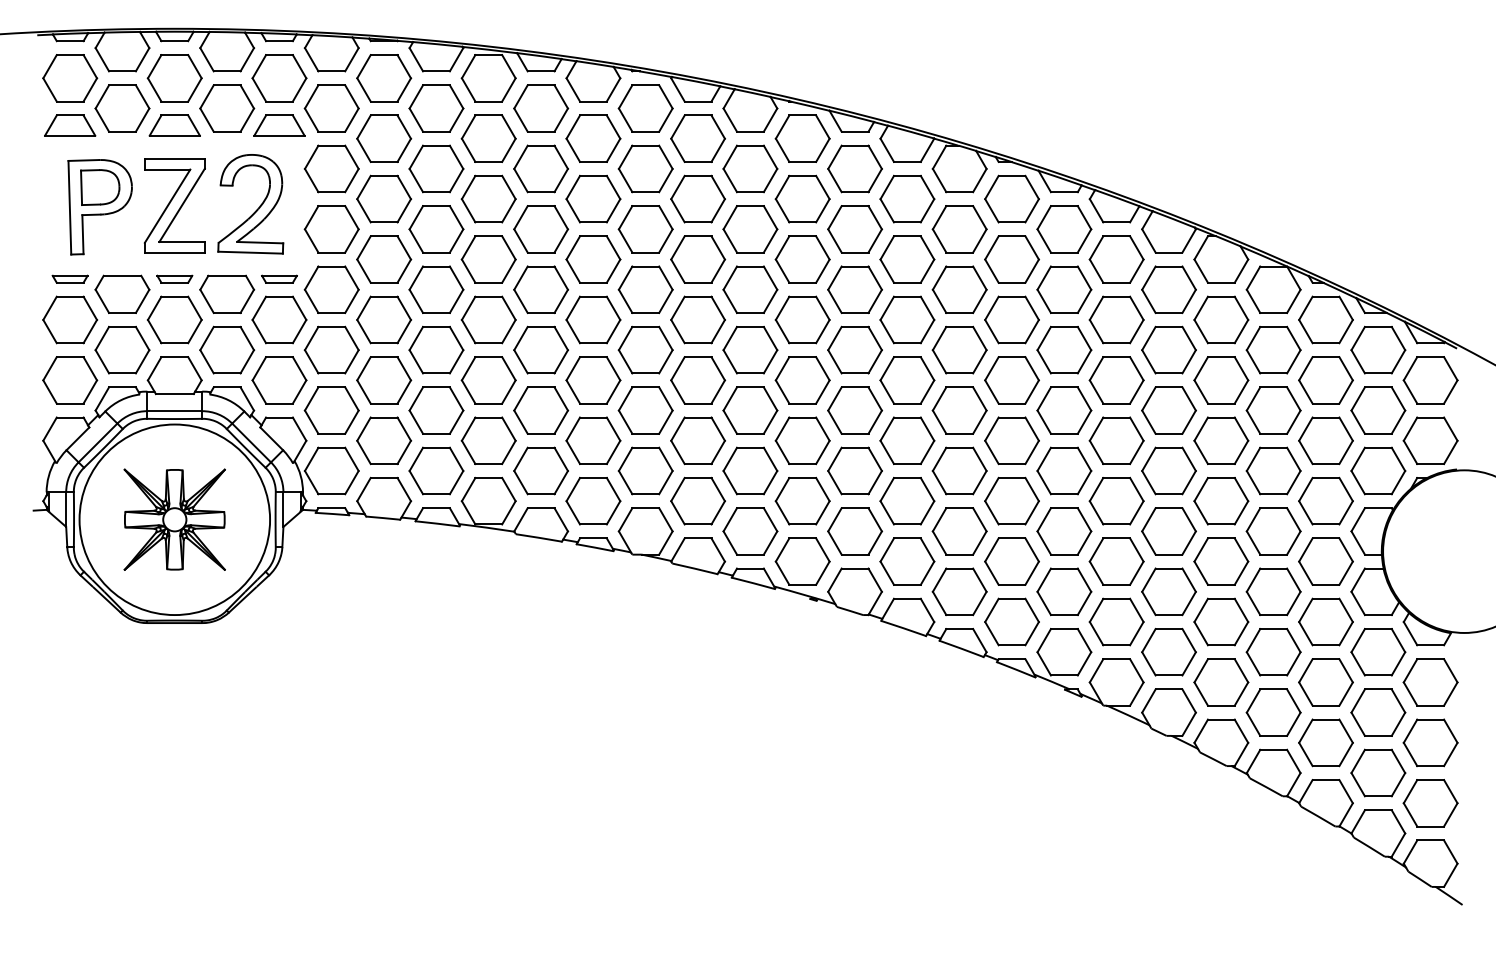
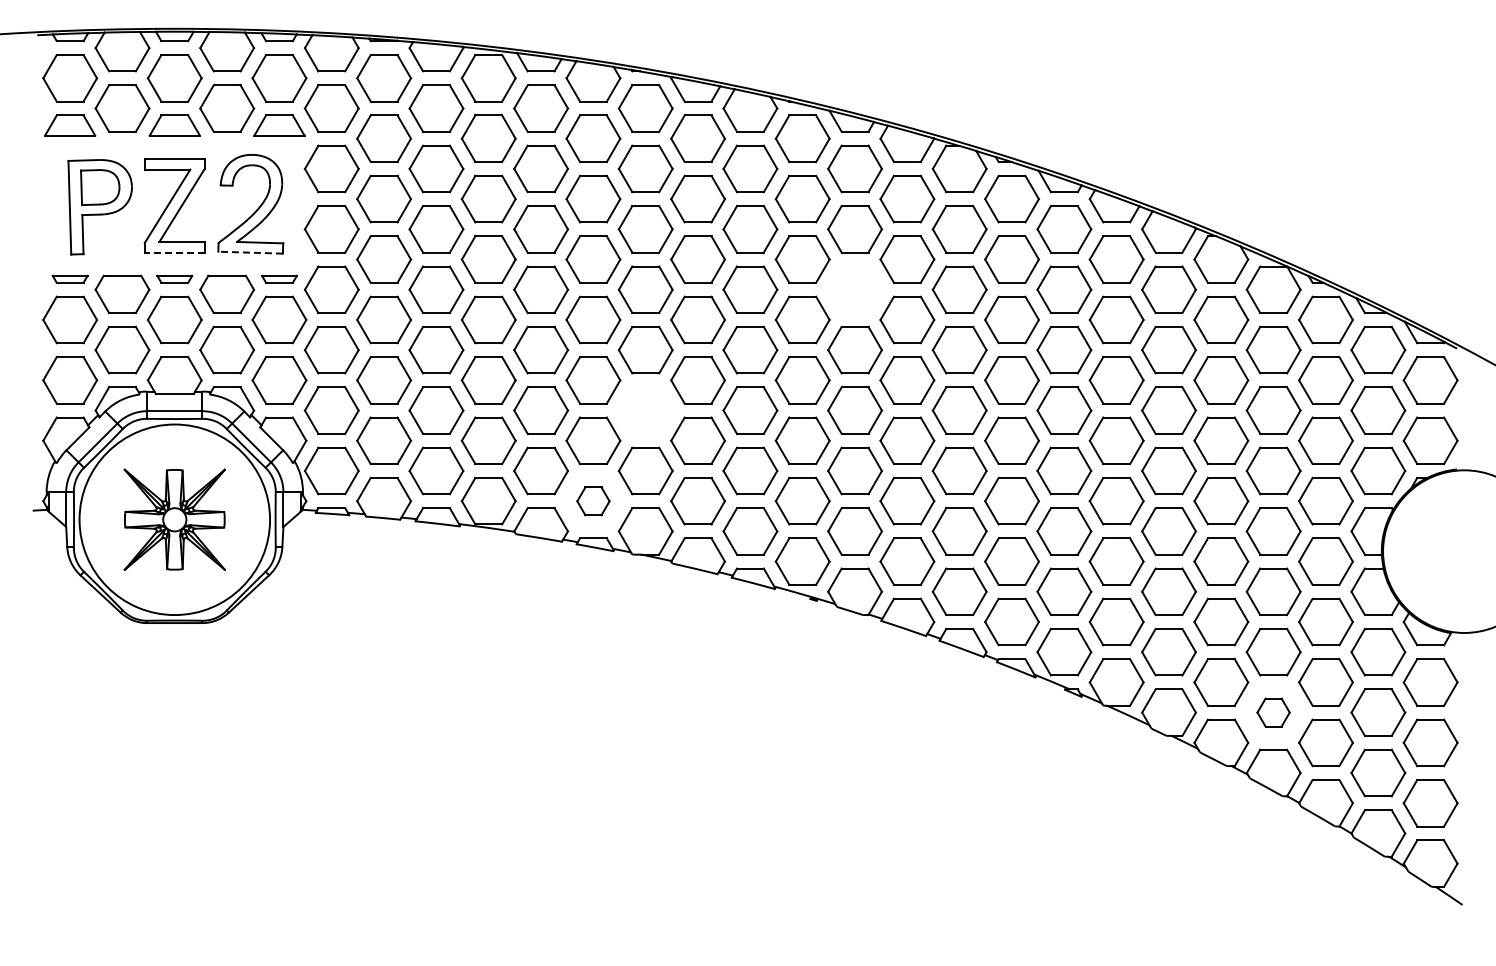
line at (174, 252): solid -> dashed
line at (250, 252): solid -> dashed
part at (854, 289): present -> none
part at (645, 410): present -> none
part at (593, 501) size: 57x49 px -> 35x31 px
part at (1273, 712) size: 57x49 px -> 35x31 px
